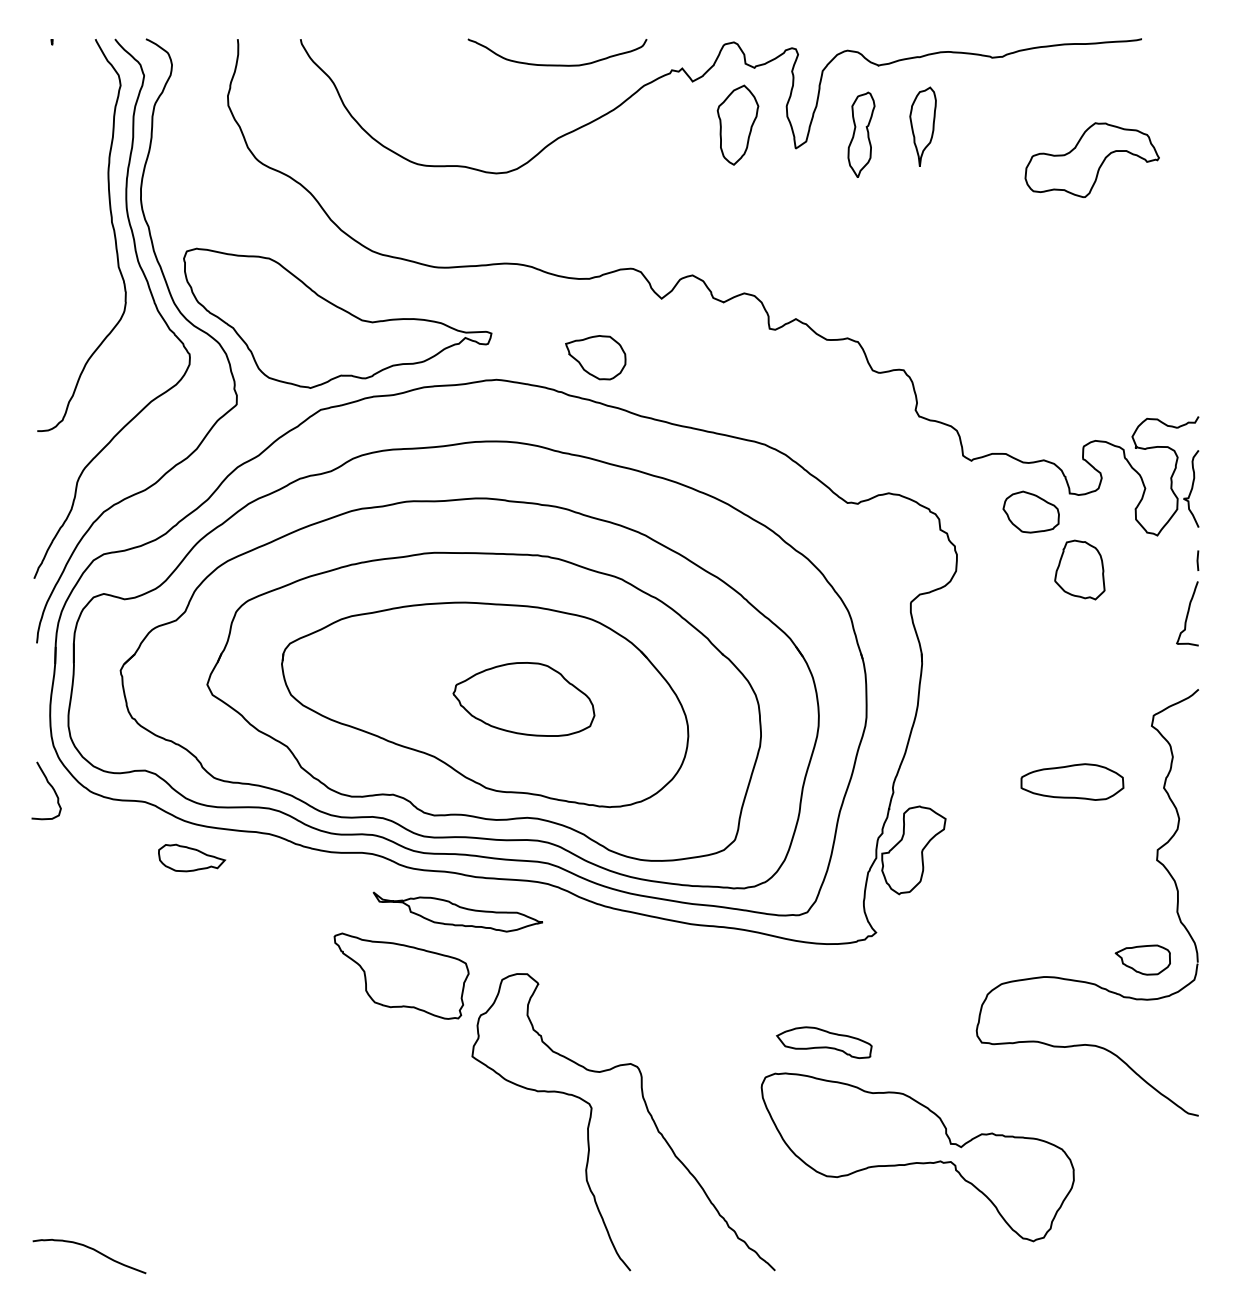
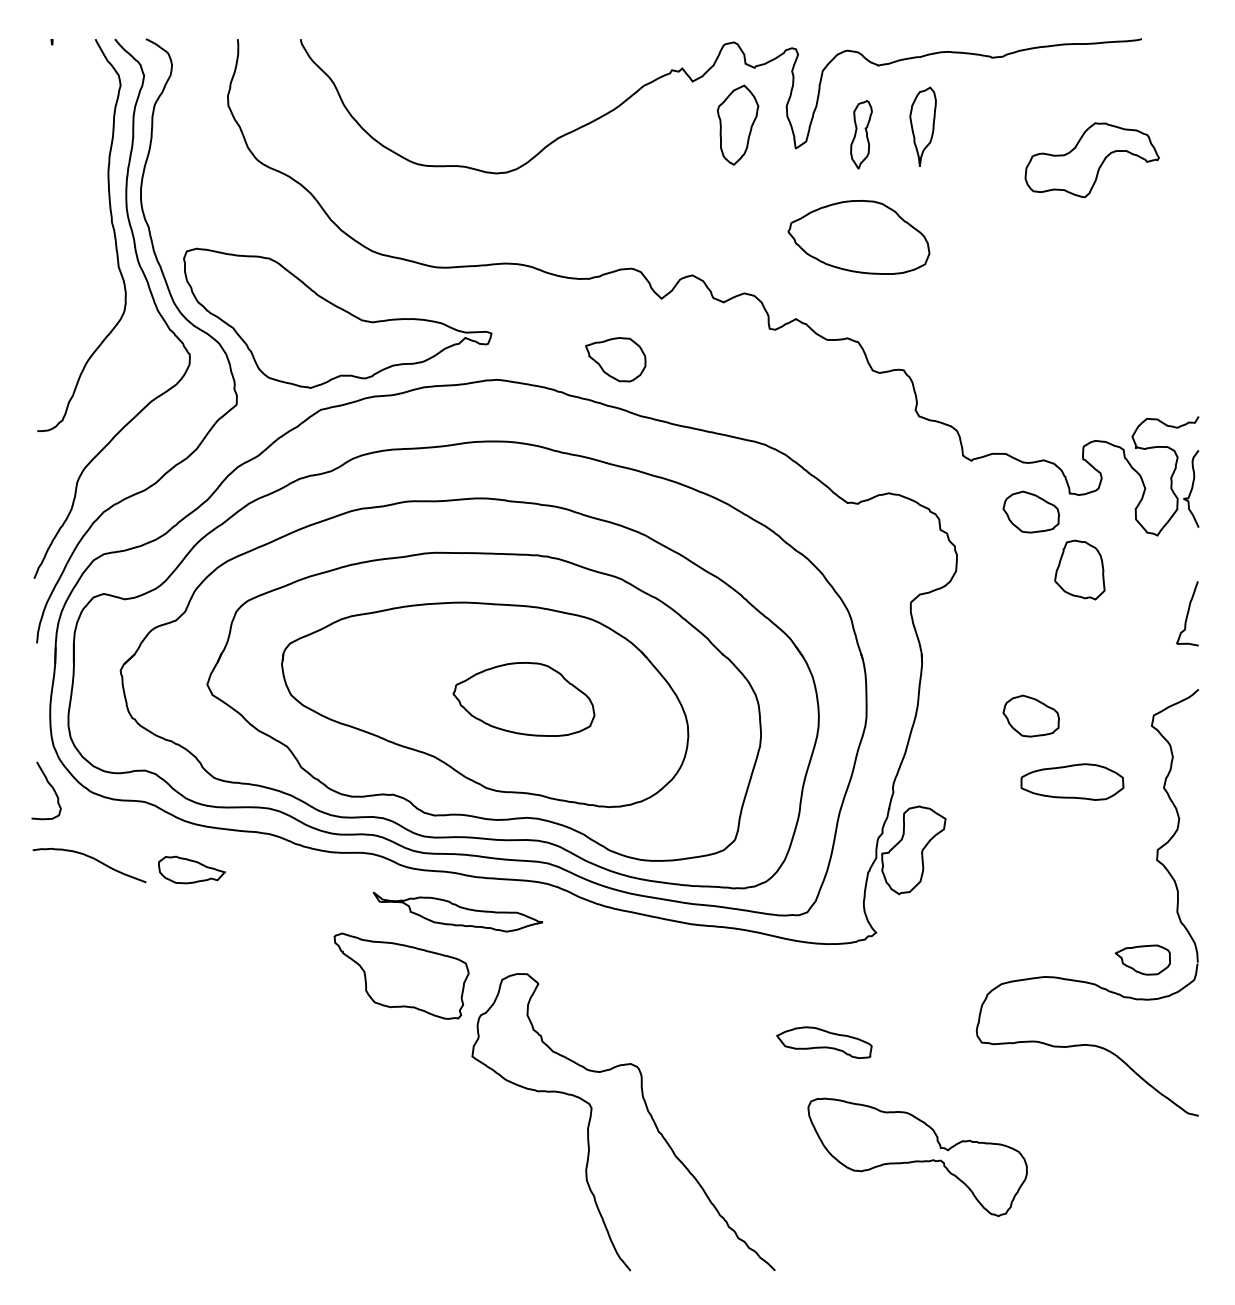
curve at (557, 64): present -> none
part at (861, 134) size: 29x87 px -> 23x70 px
part at (858, 237): none -> present
part at (595, 357) position: (595, 357) -> (615, 359)
line at (1197, 560): present -> none
part at (1030, 715): none -> present
part at (192, 857) position: (192, 857) -> (192, 869)
part at (917, 1157) size: 315x171 px -> 221x121 px
curve at (90, 1249) position: (90, 1249) -> (90, 858)
